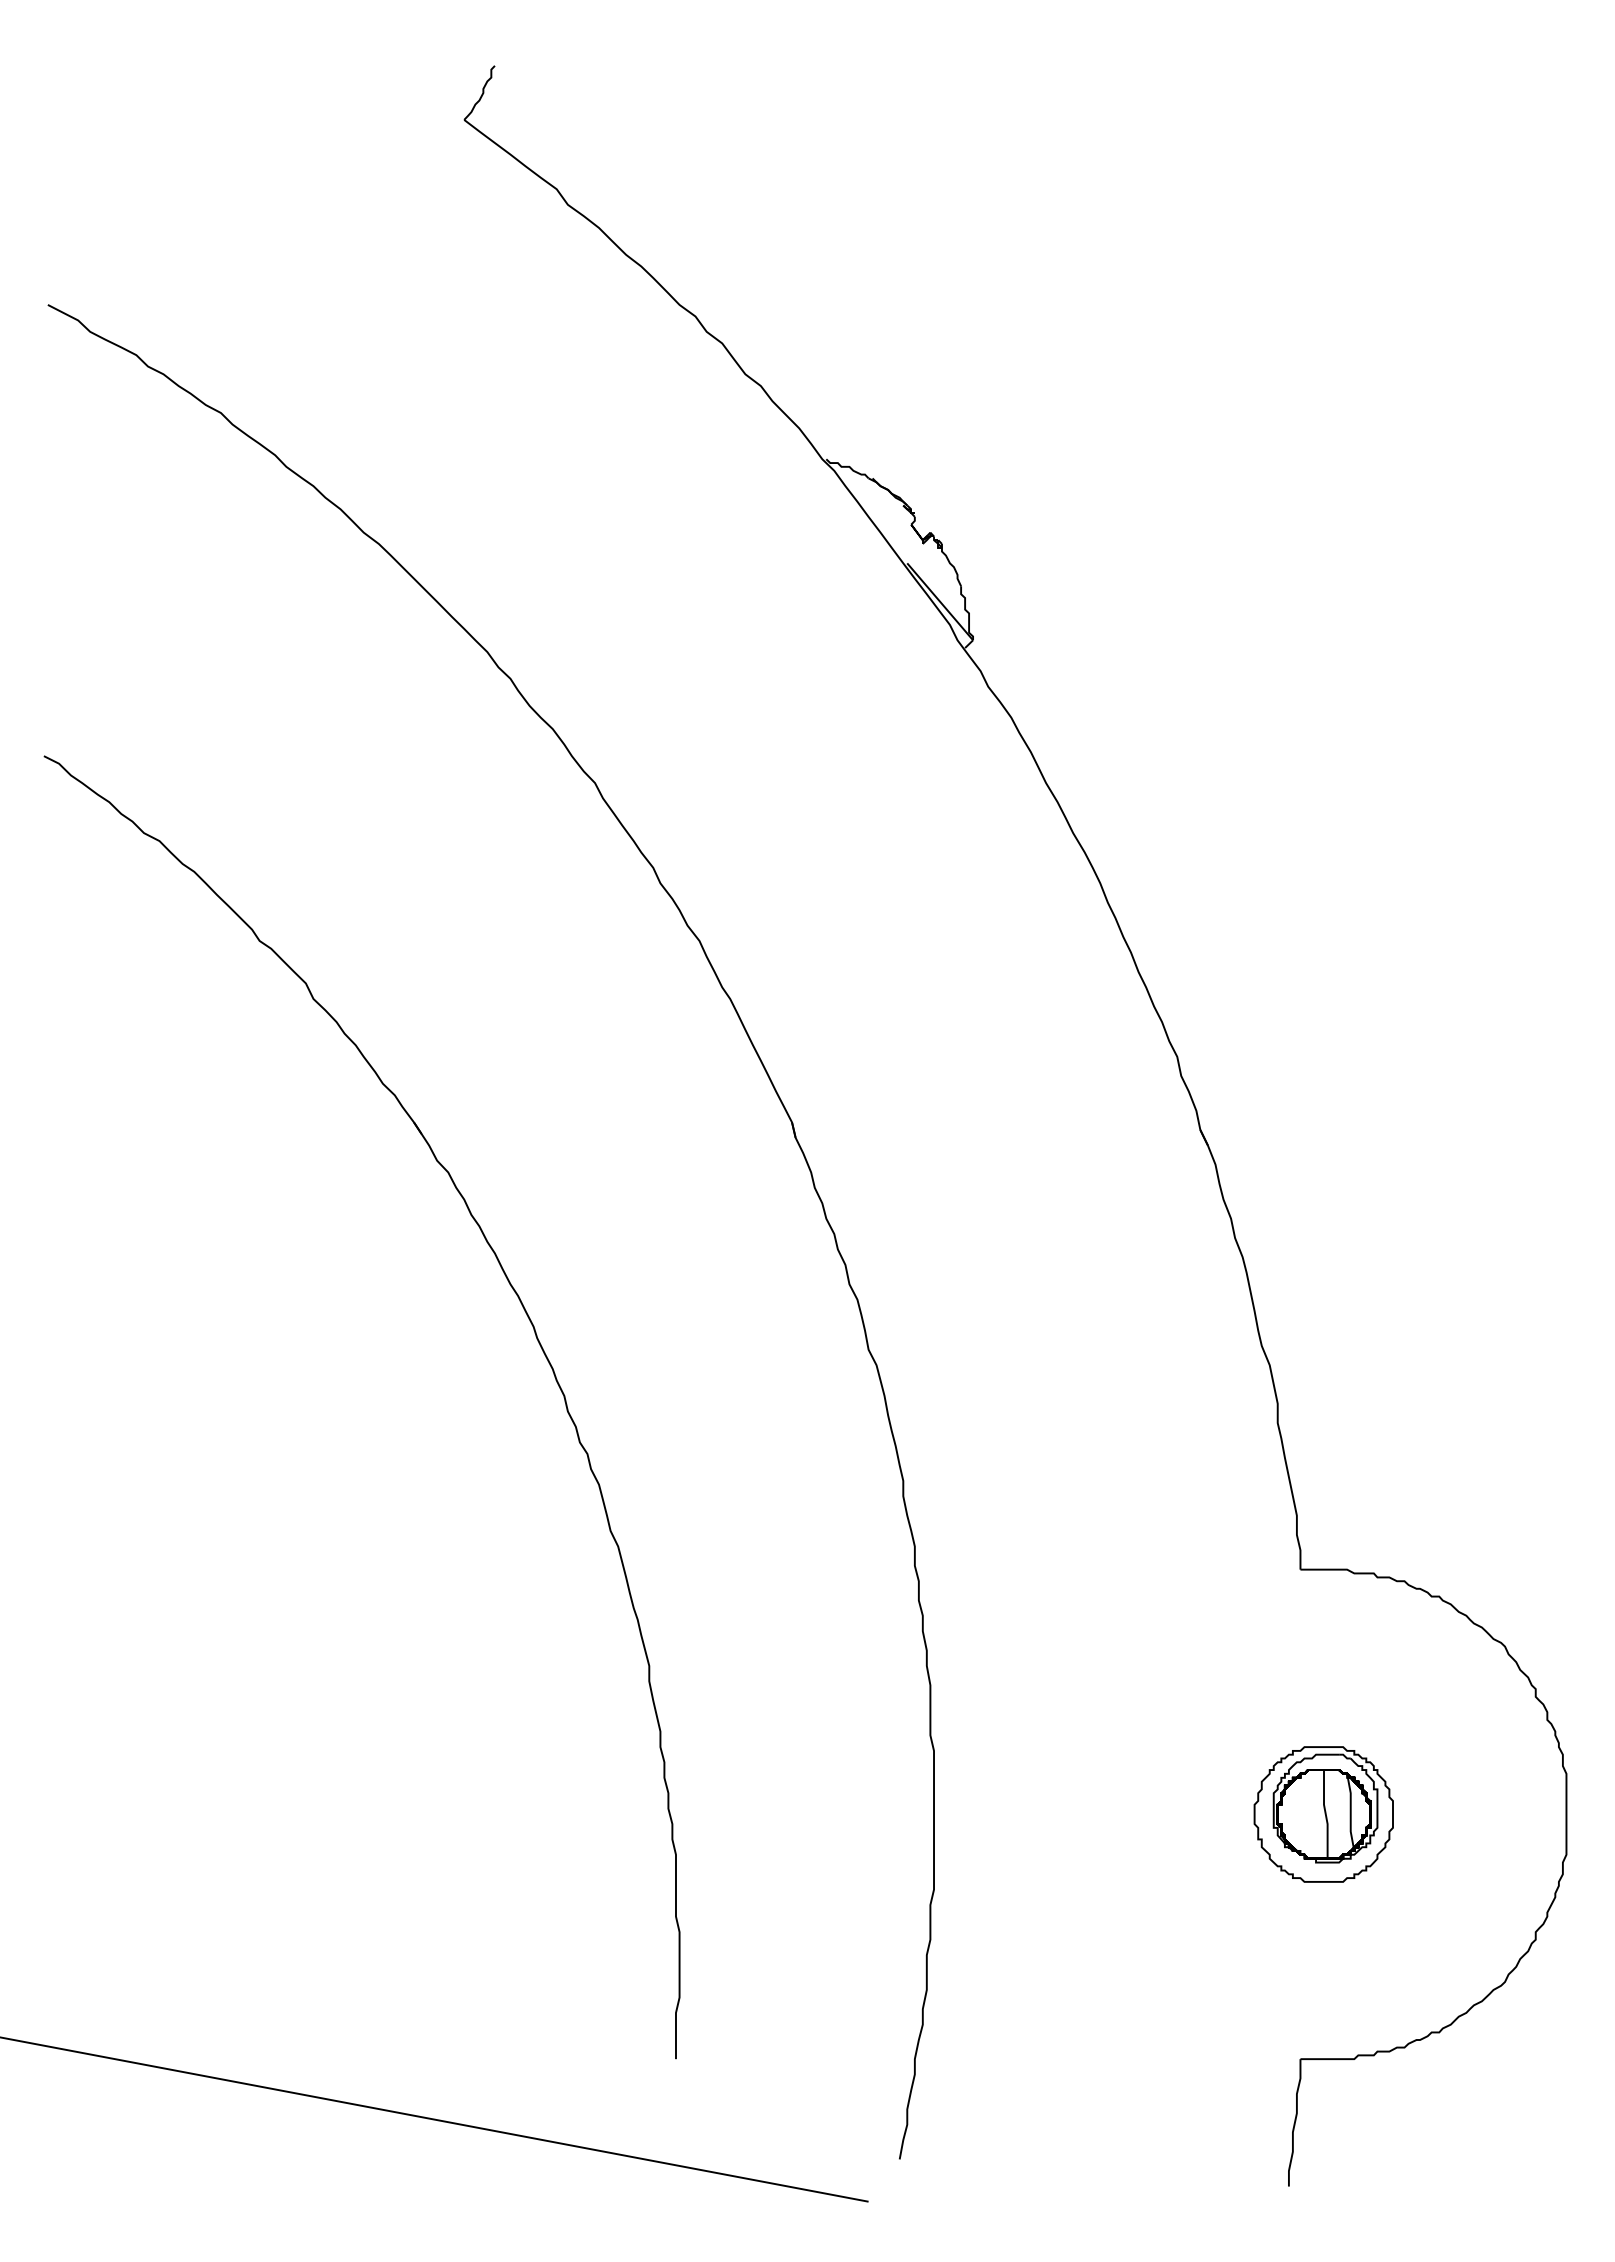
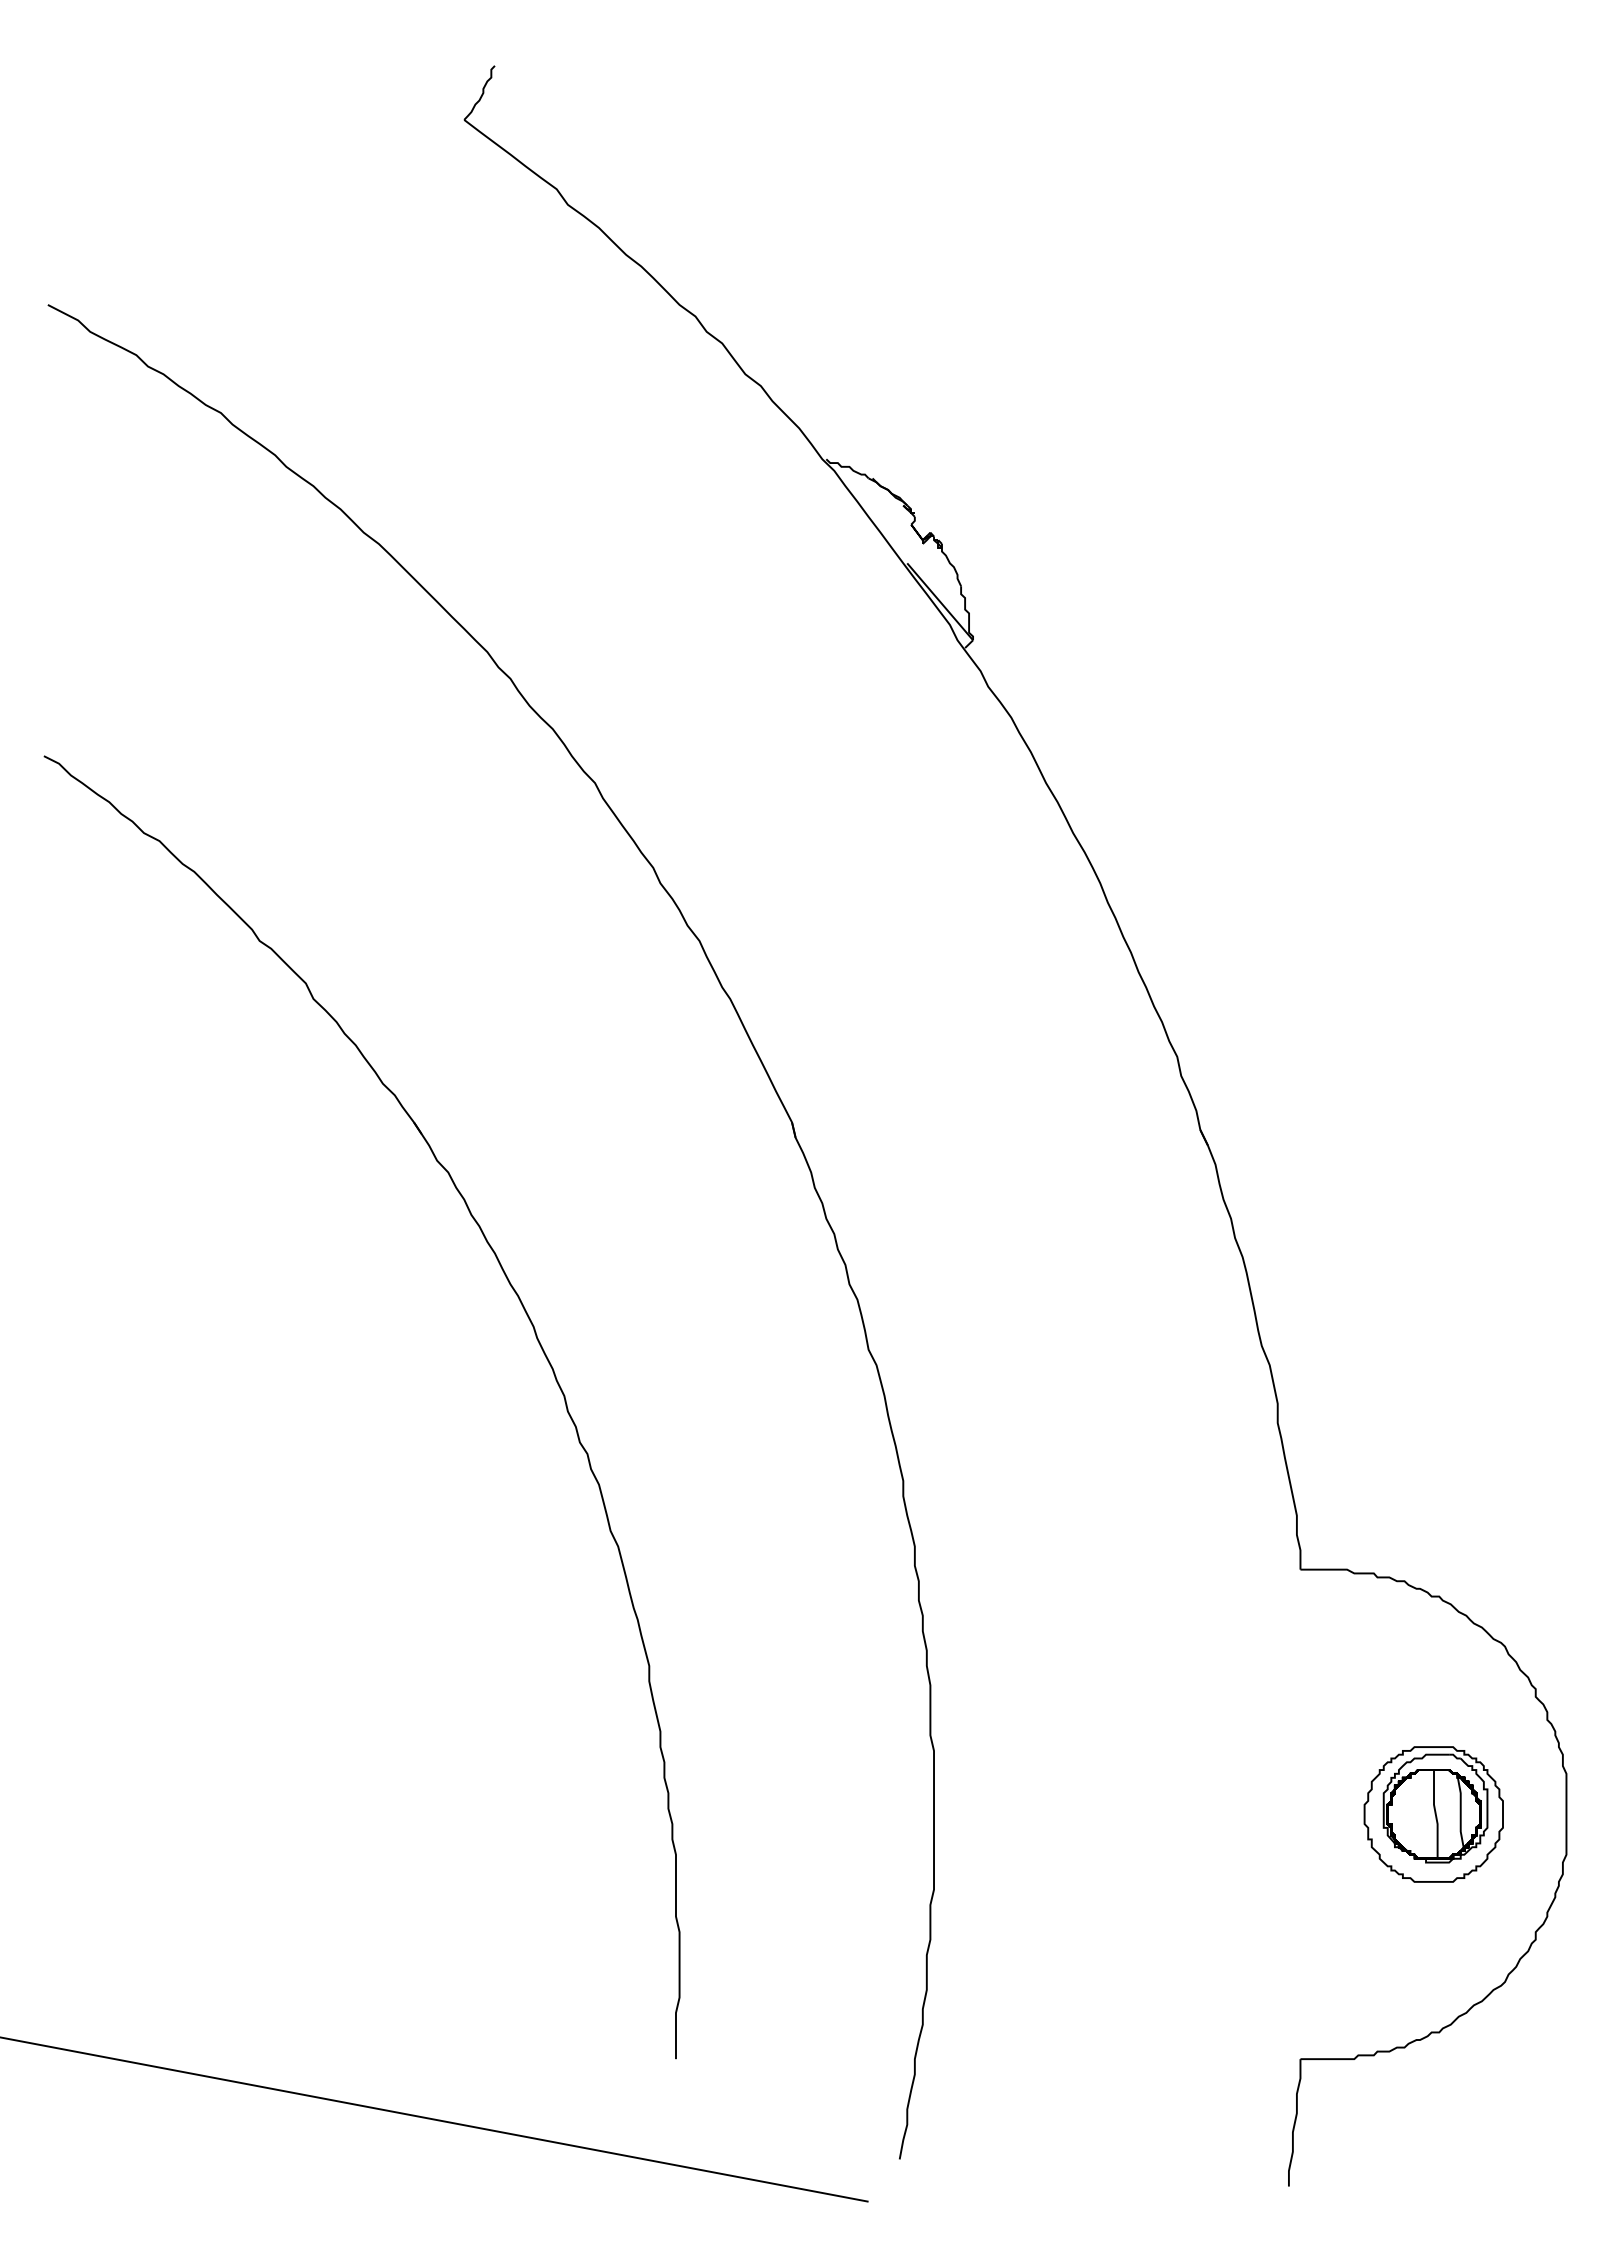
part at (1323, 1814) position: (1323, 1814) -> (1433, 1814)
